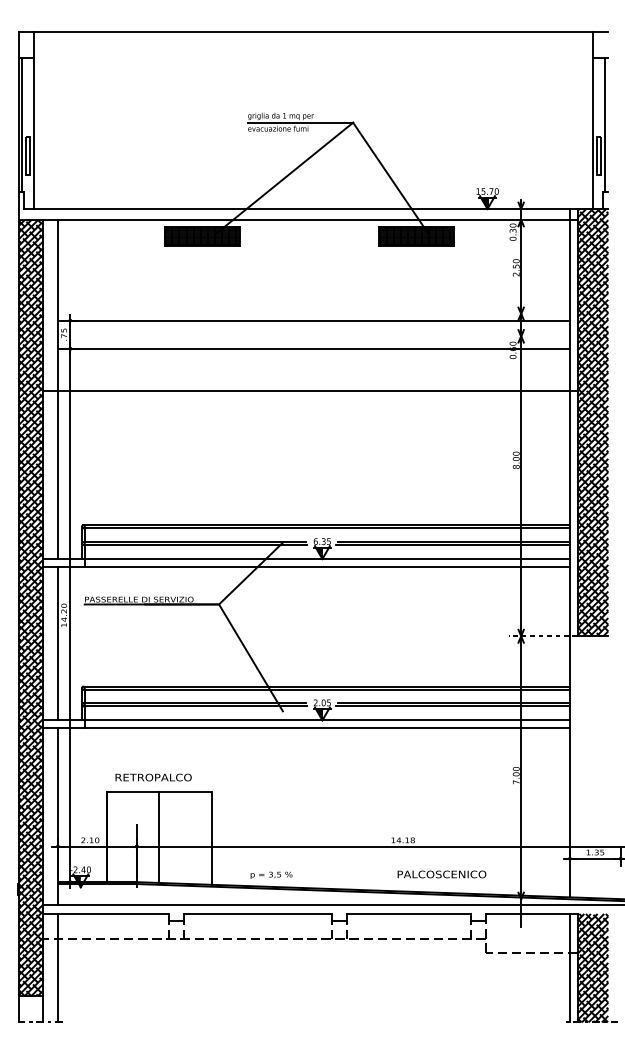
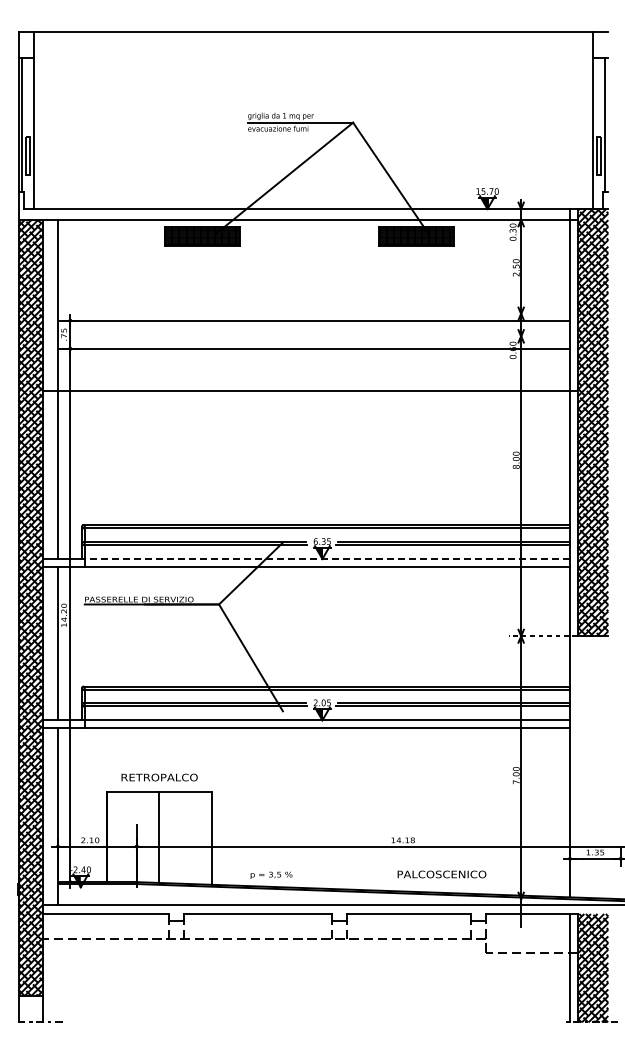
line at (327, 559): solid -> dashed
text at (153, 777) position: (153, 777) -> (159, 777)
line at (57, 967): present -> none
